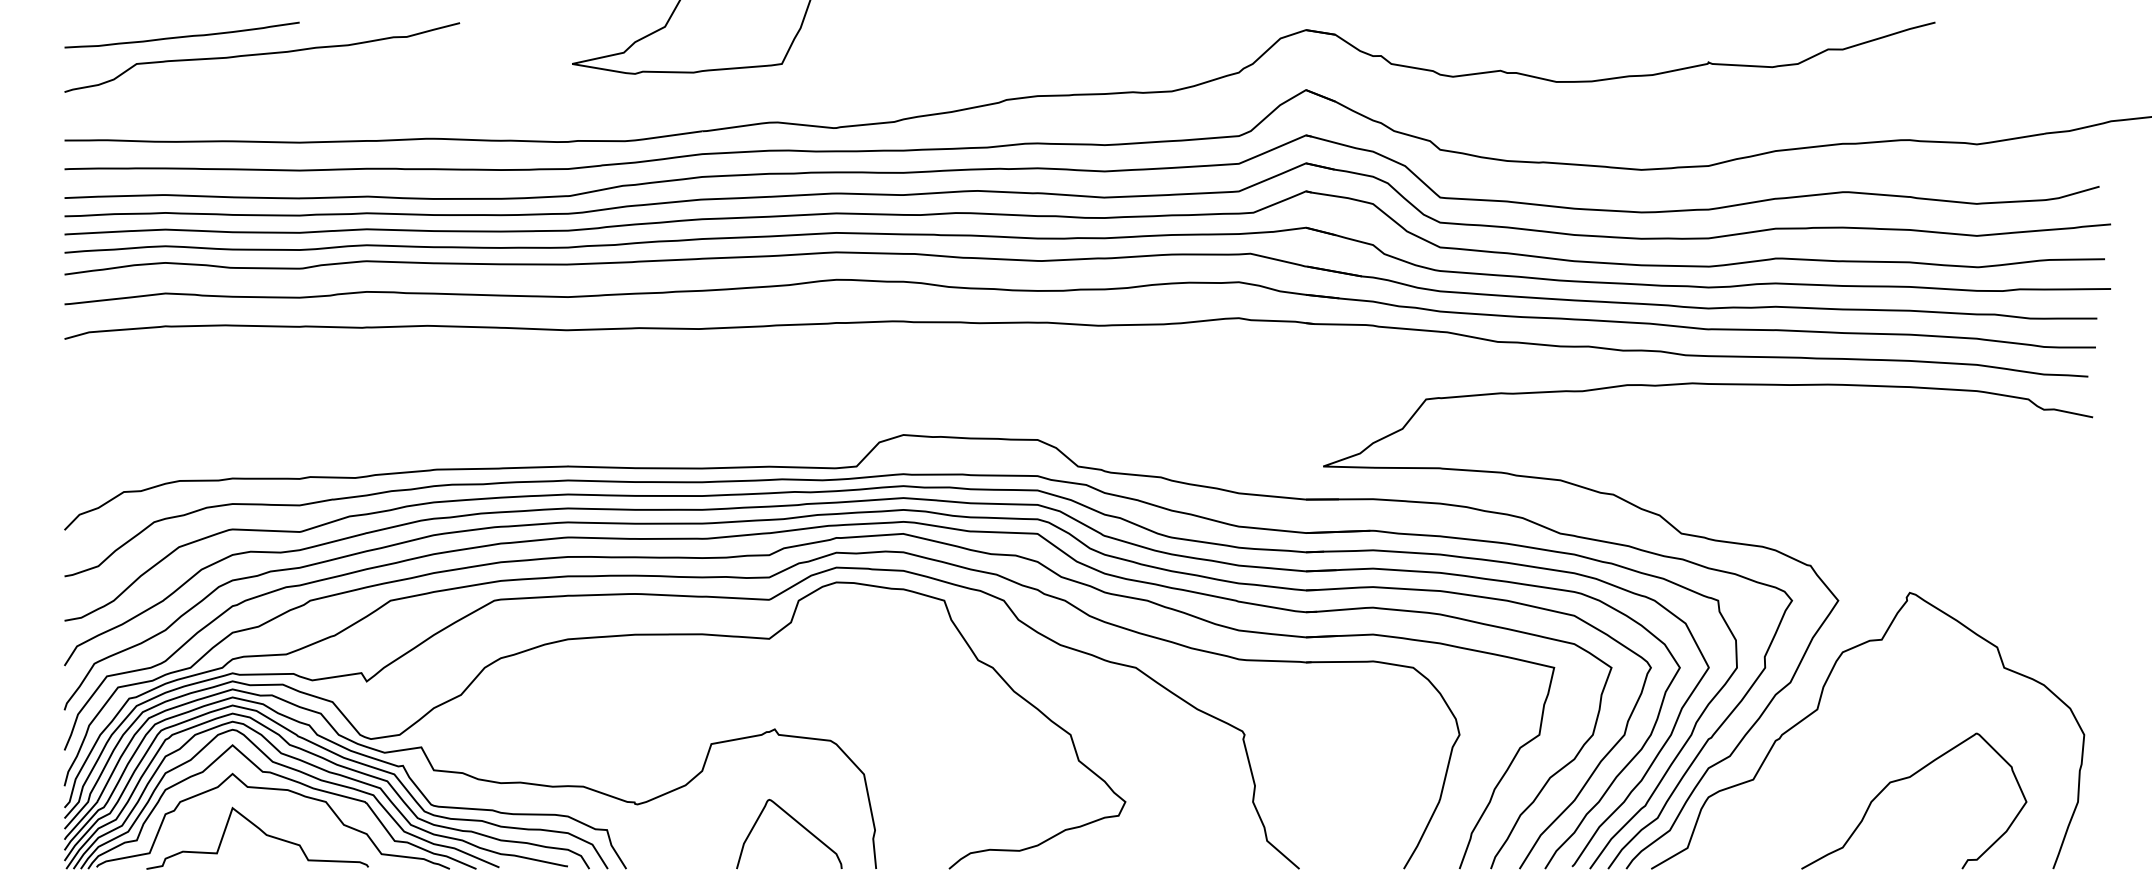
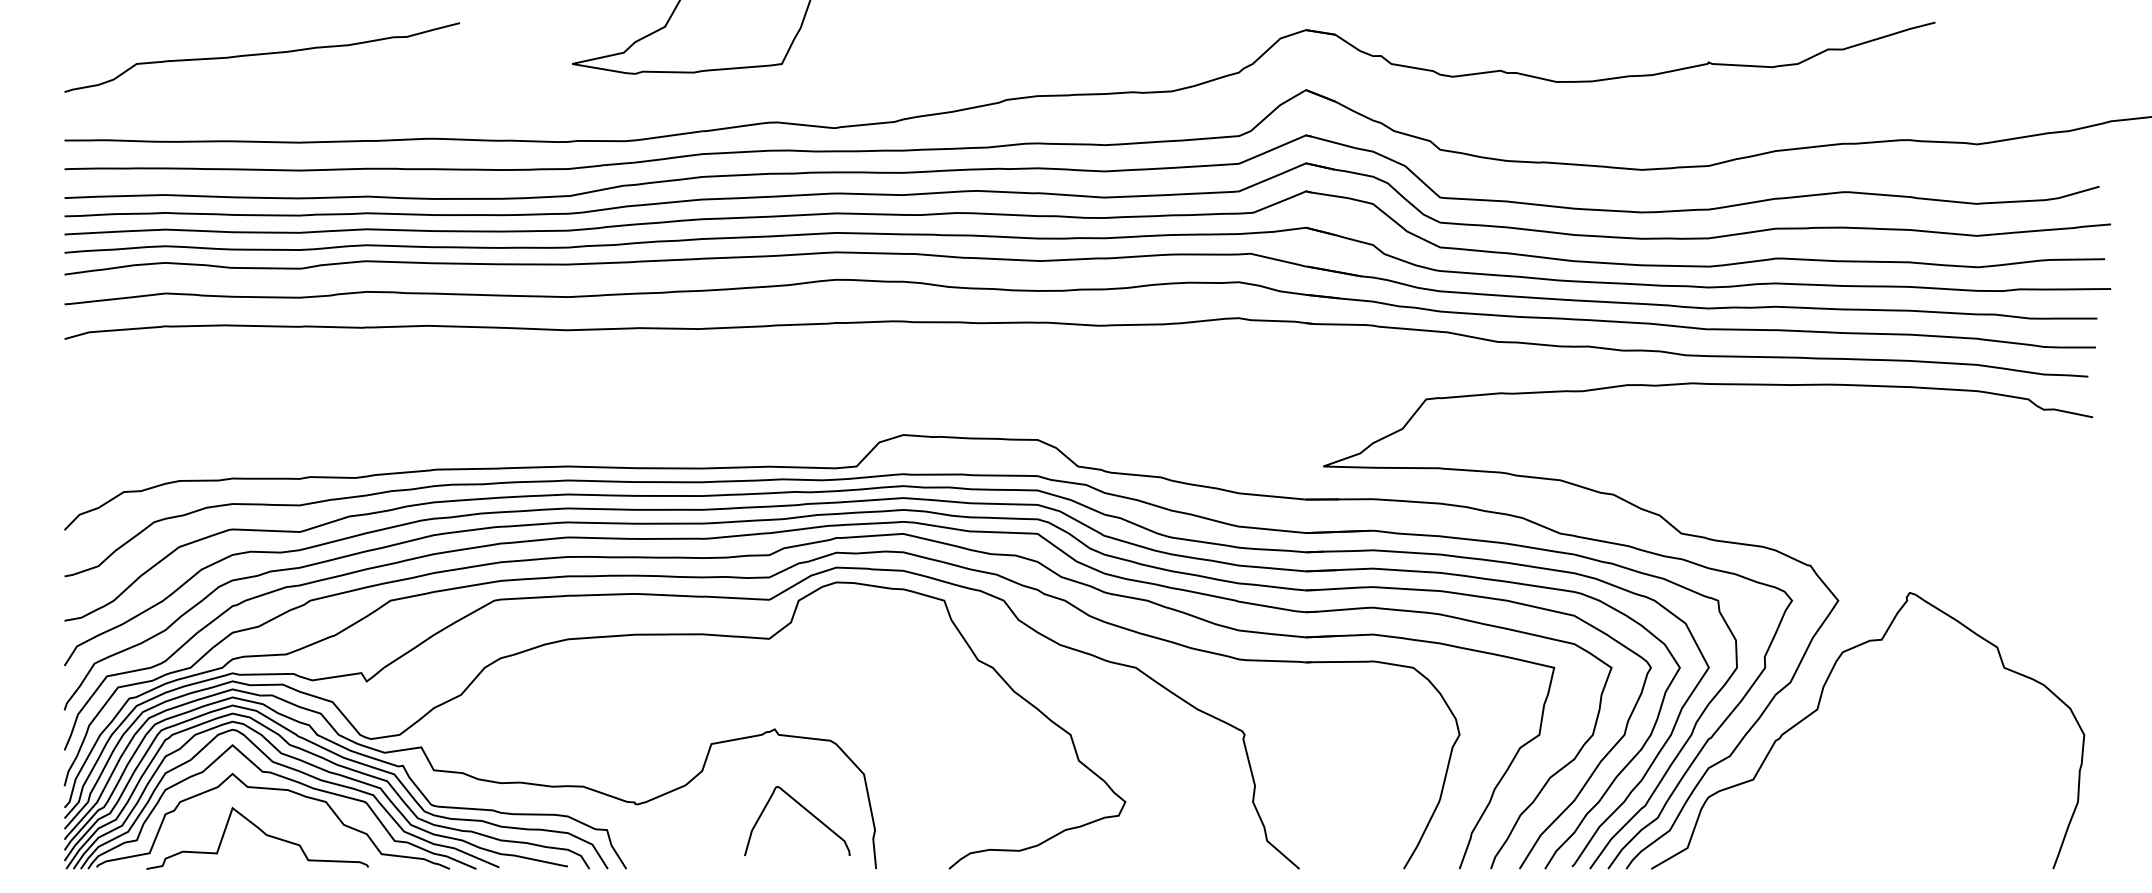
curve at (181, 36): present -> none
curve at (1909, 778): present -> none
curve at (798, 824) position: (798, 824) -> (806, 811)
